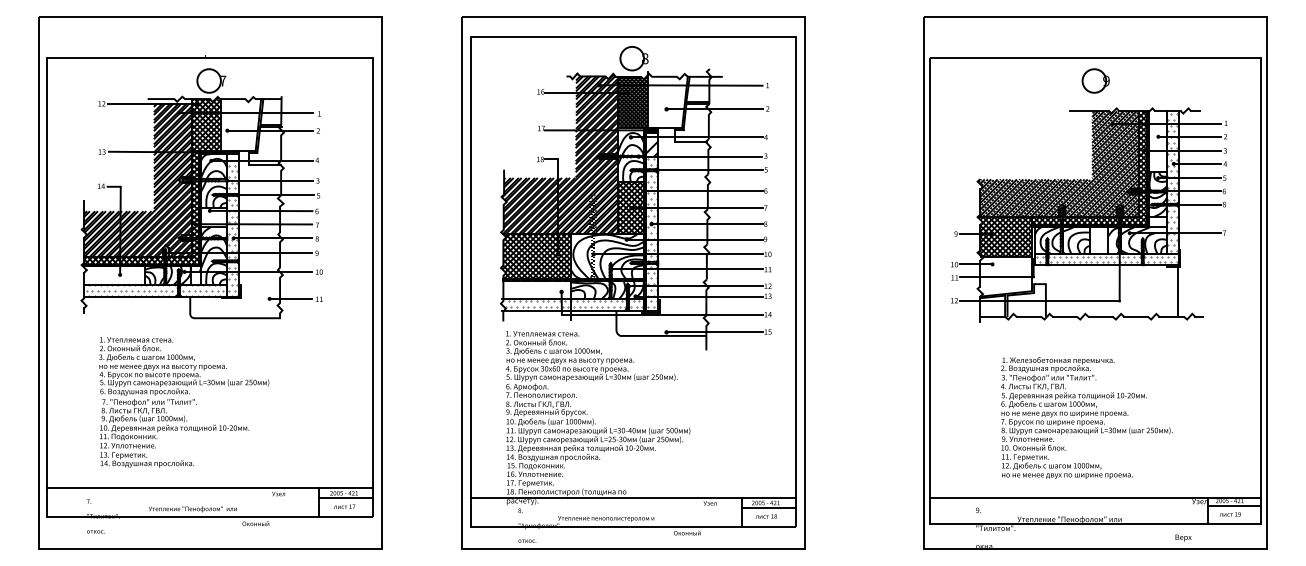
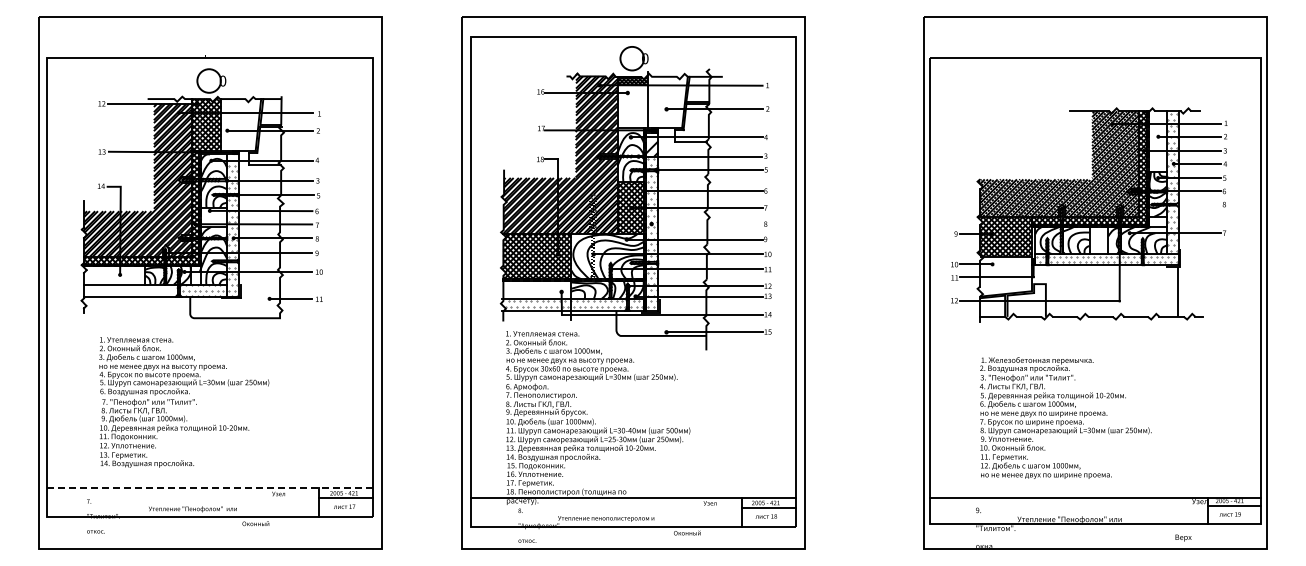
text at (645, 58): 8 -> 0
text at (222, 80): 7 -> 0
part at (1095, 80): present -> none
hatch at (632, 106): present -> none
line at (1198, 204): present -> none
line at (706, 224): present -> none
hatch at (131, 290): present -> none
text at (1086, 417) position: (1086, 417) -> (1065, 417)
line at (210, 488): solid -> dashed
